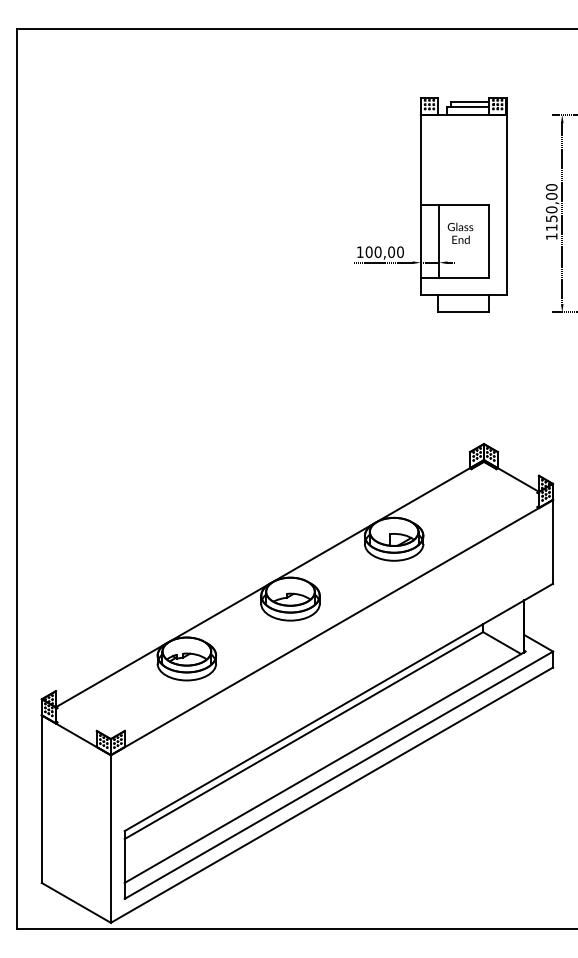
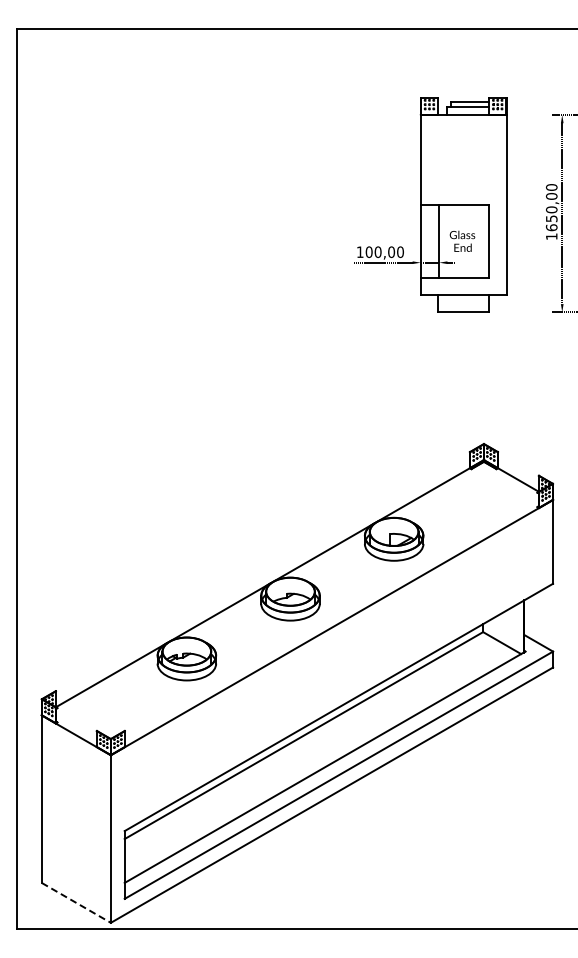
text at (551, 227): 1150,00 -> 1650,00
text at (460, 232) position: (460, 232) -> (462, 240)
line at (76, 902): solid -> dashed
